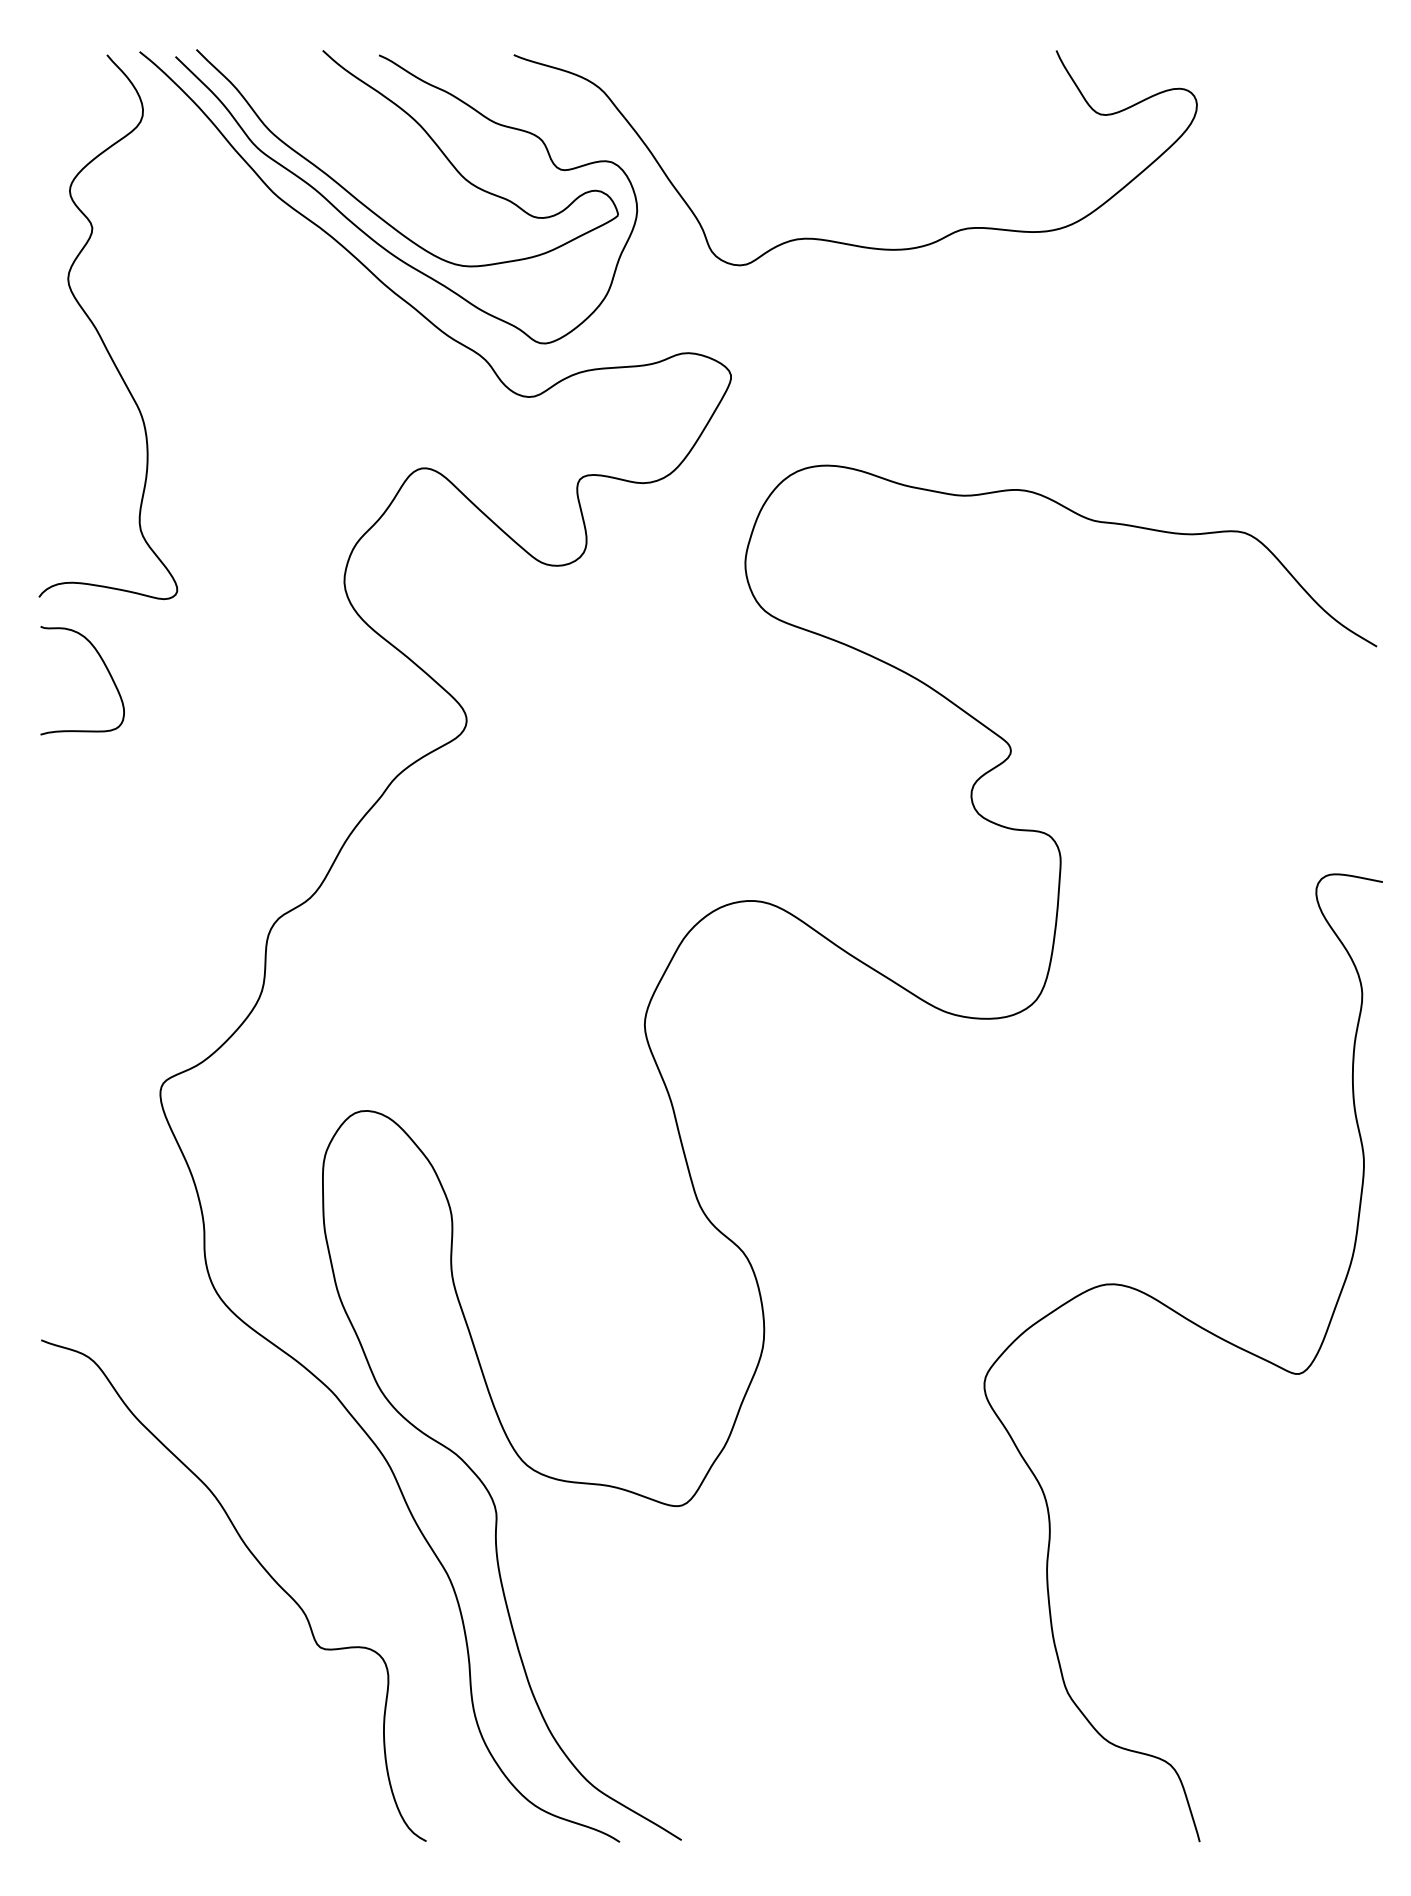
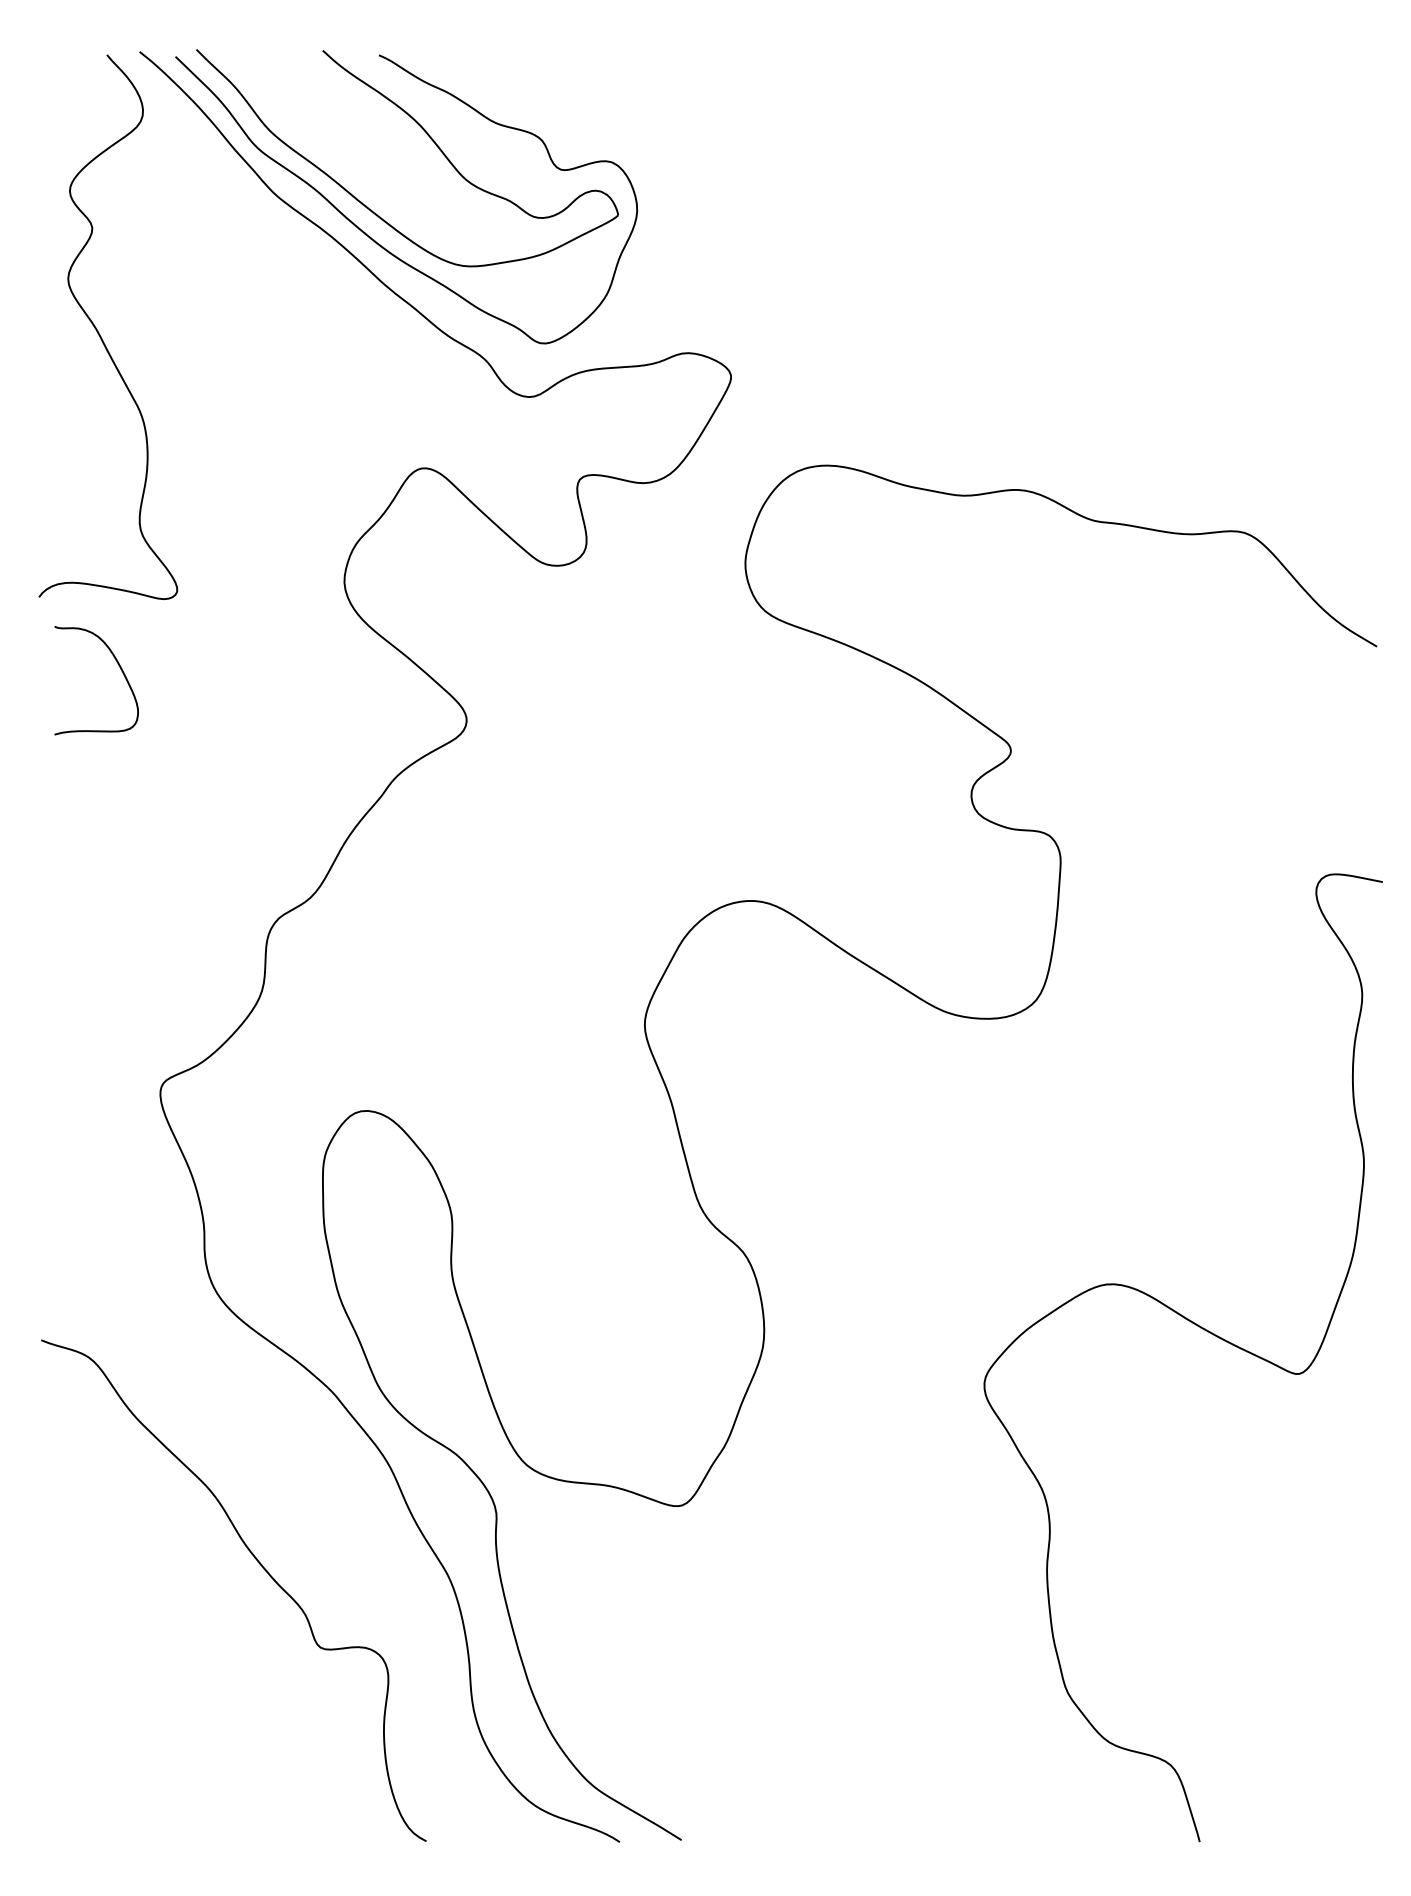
curve at (839, 241): present -> none
curve at (106, 669) position: (106, 669) -> (120, 669)
